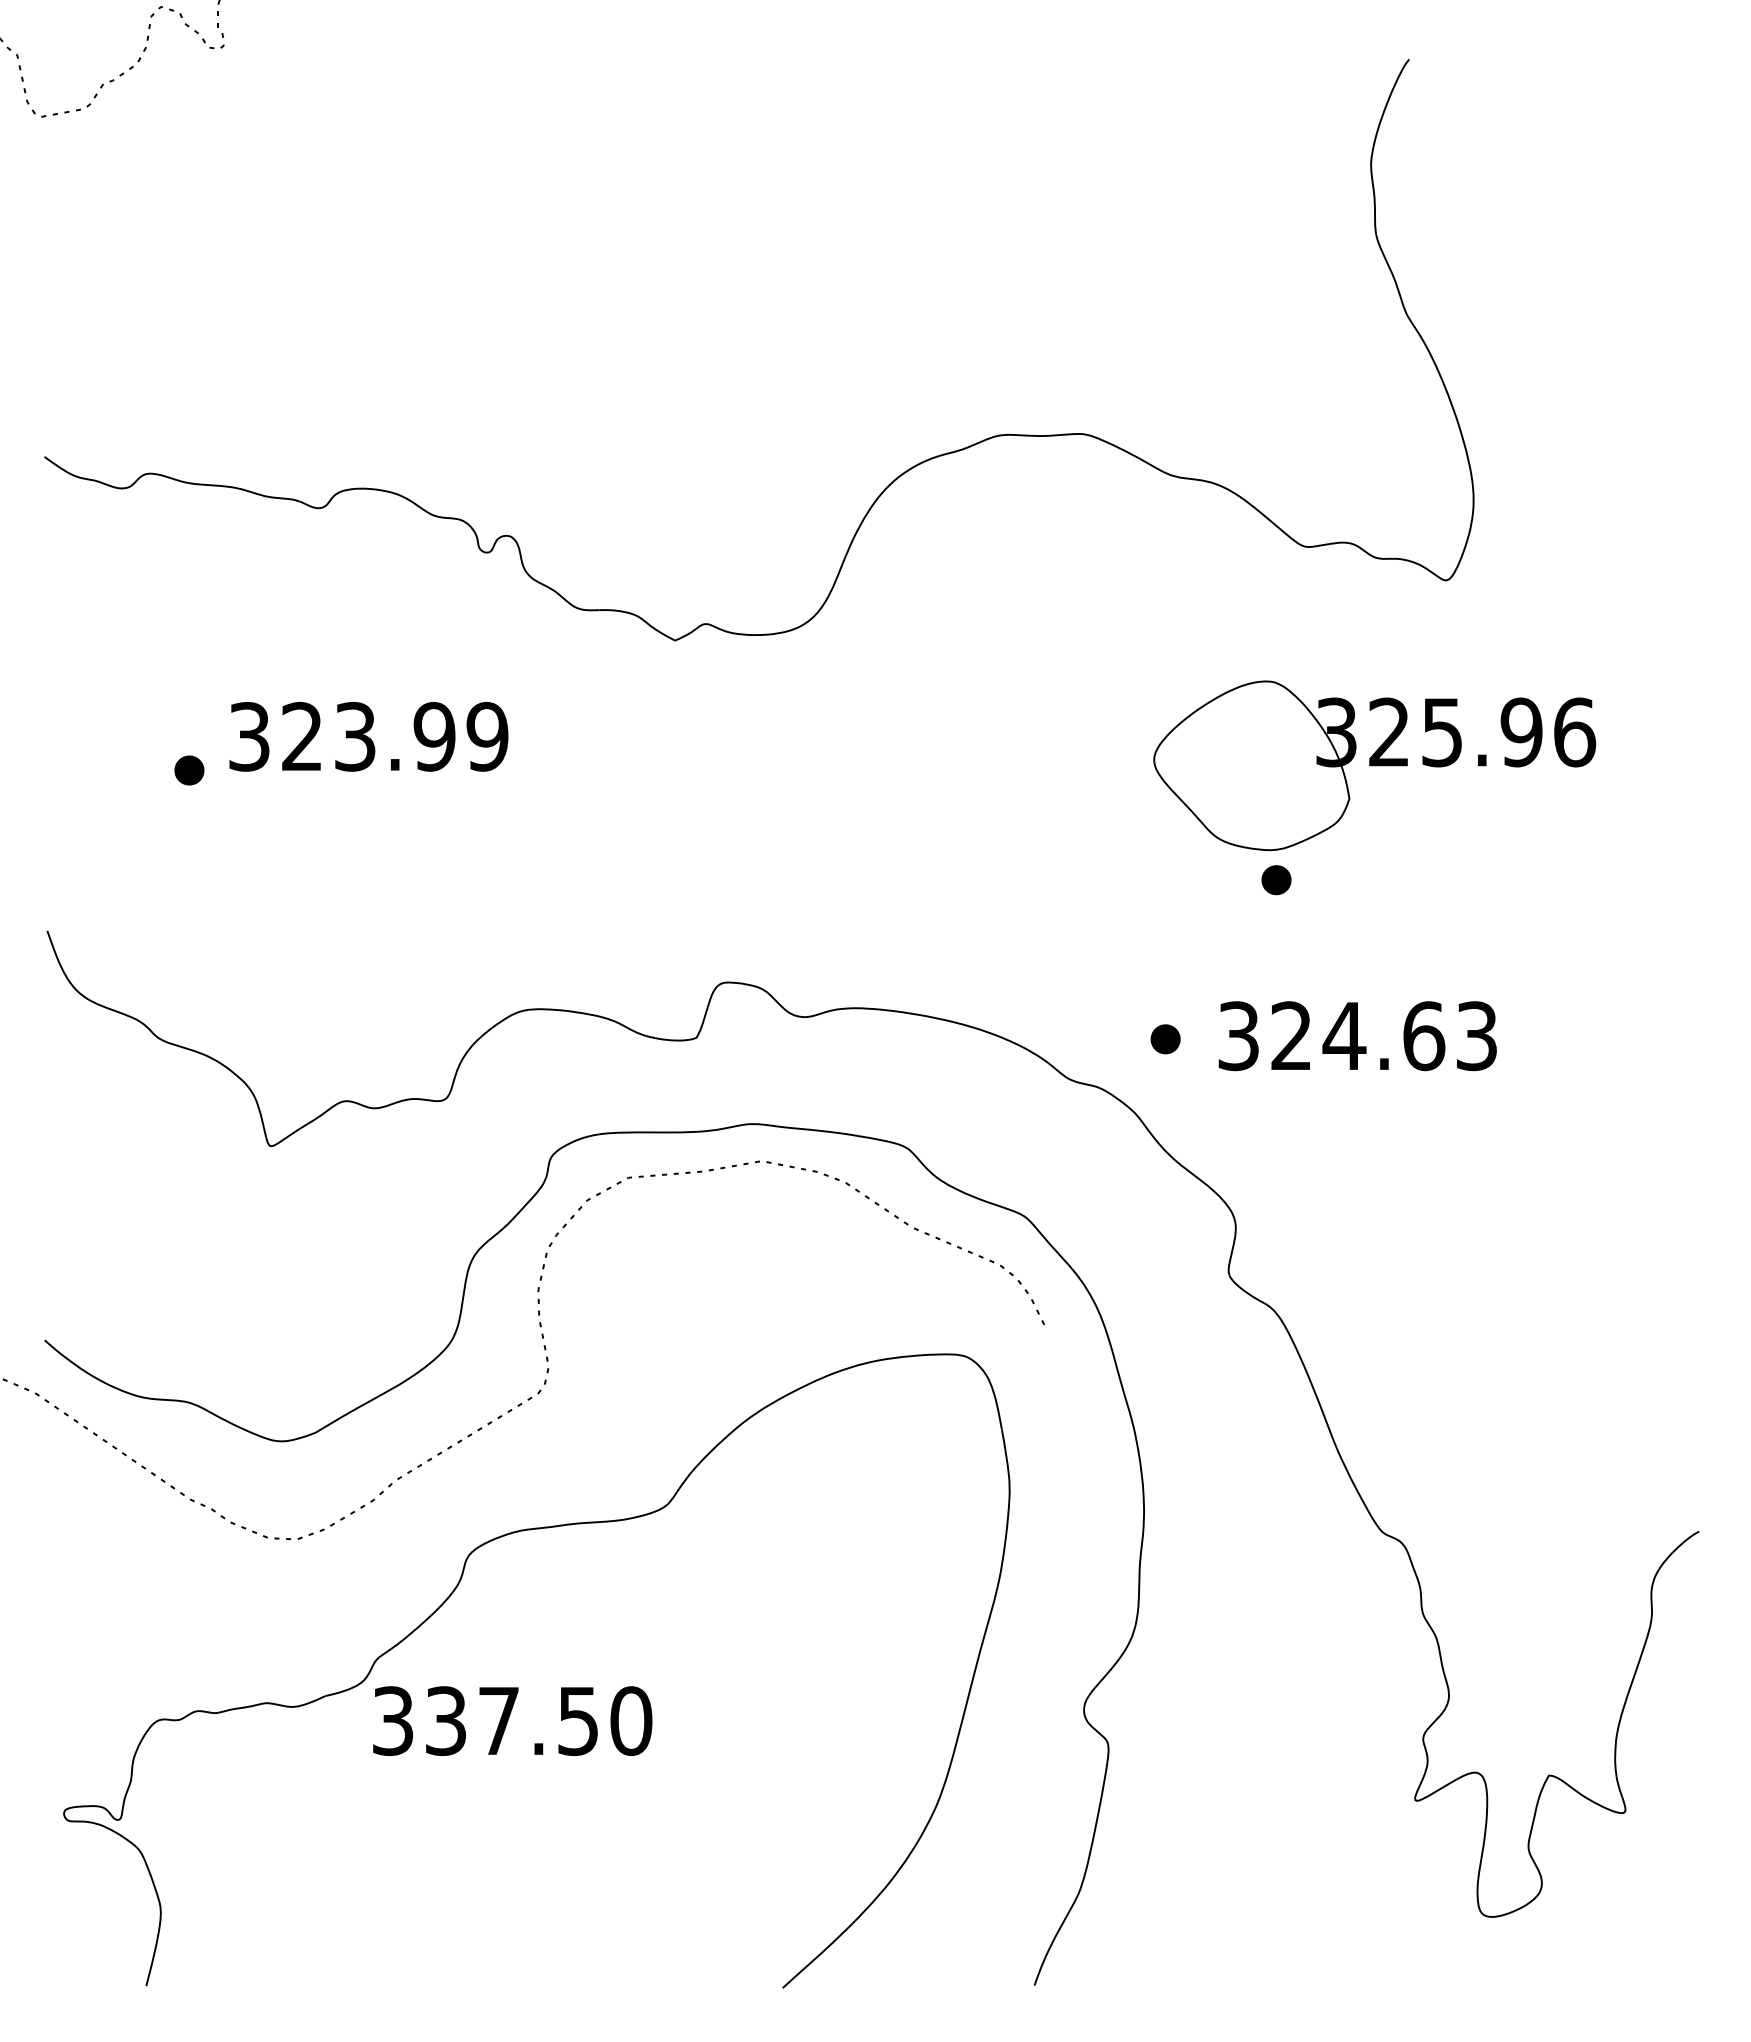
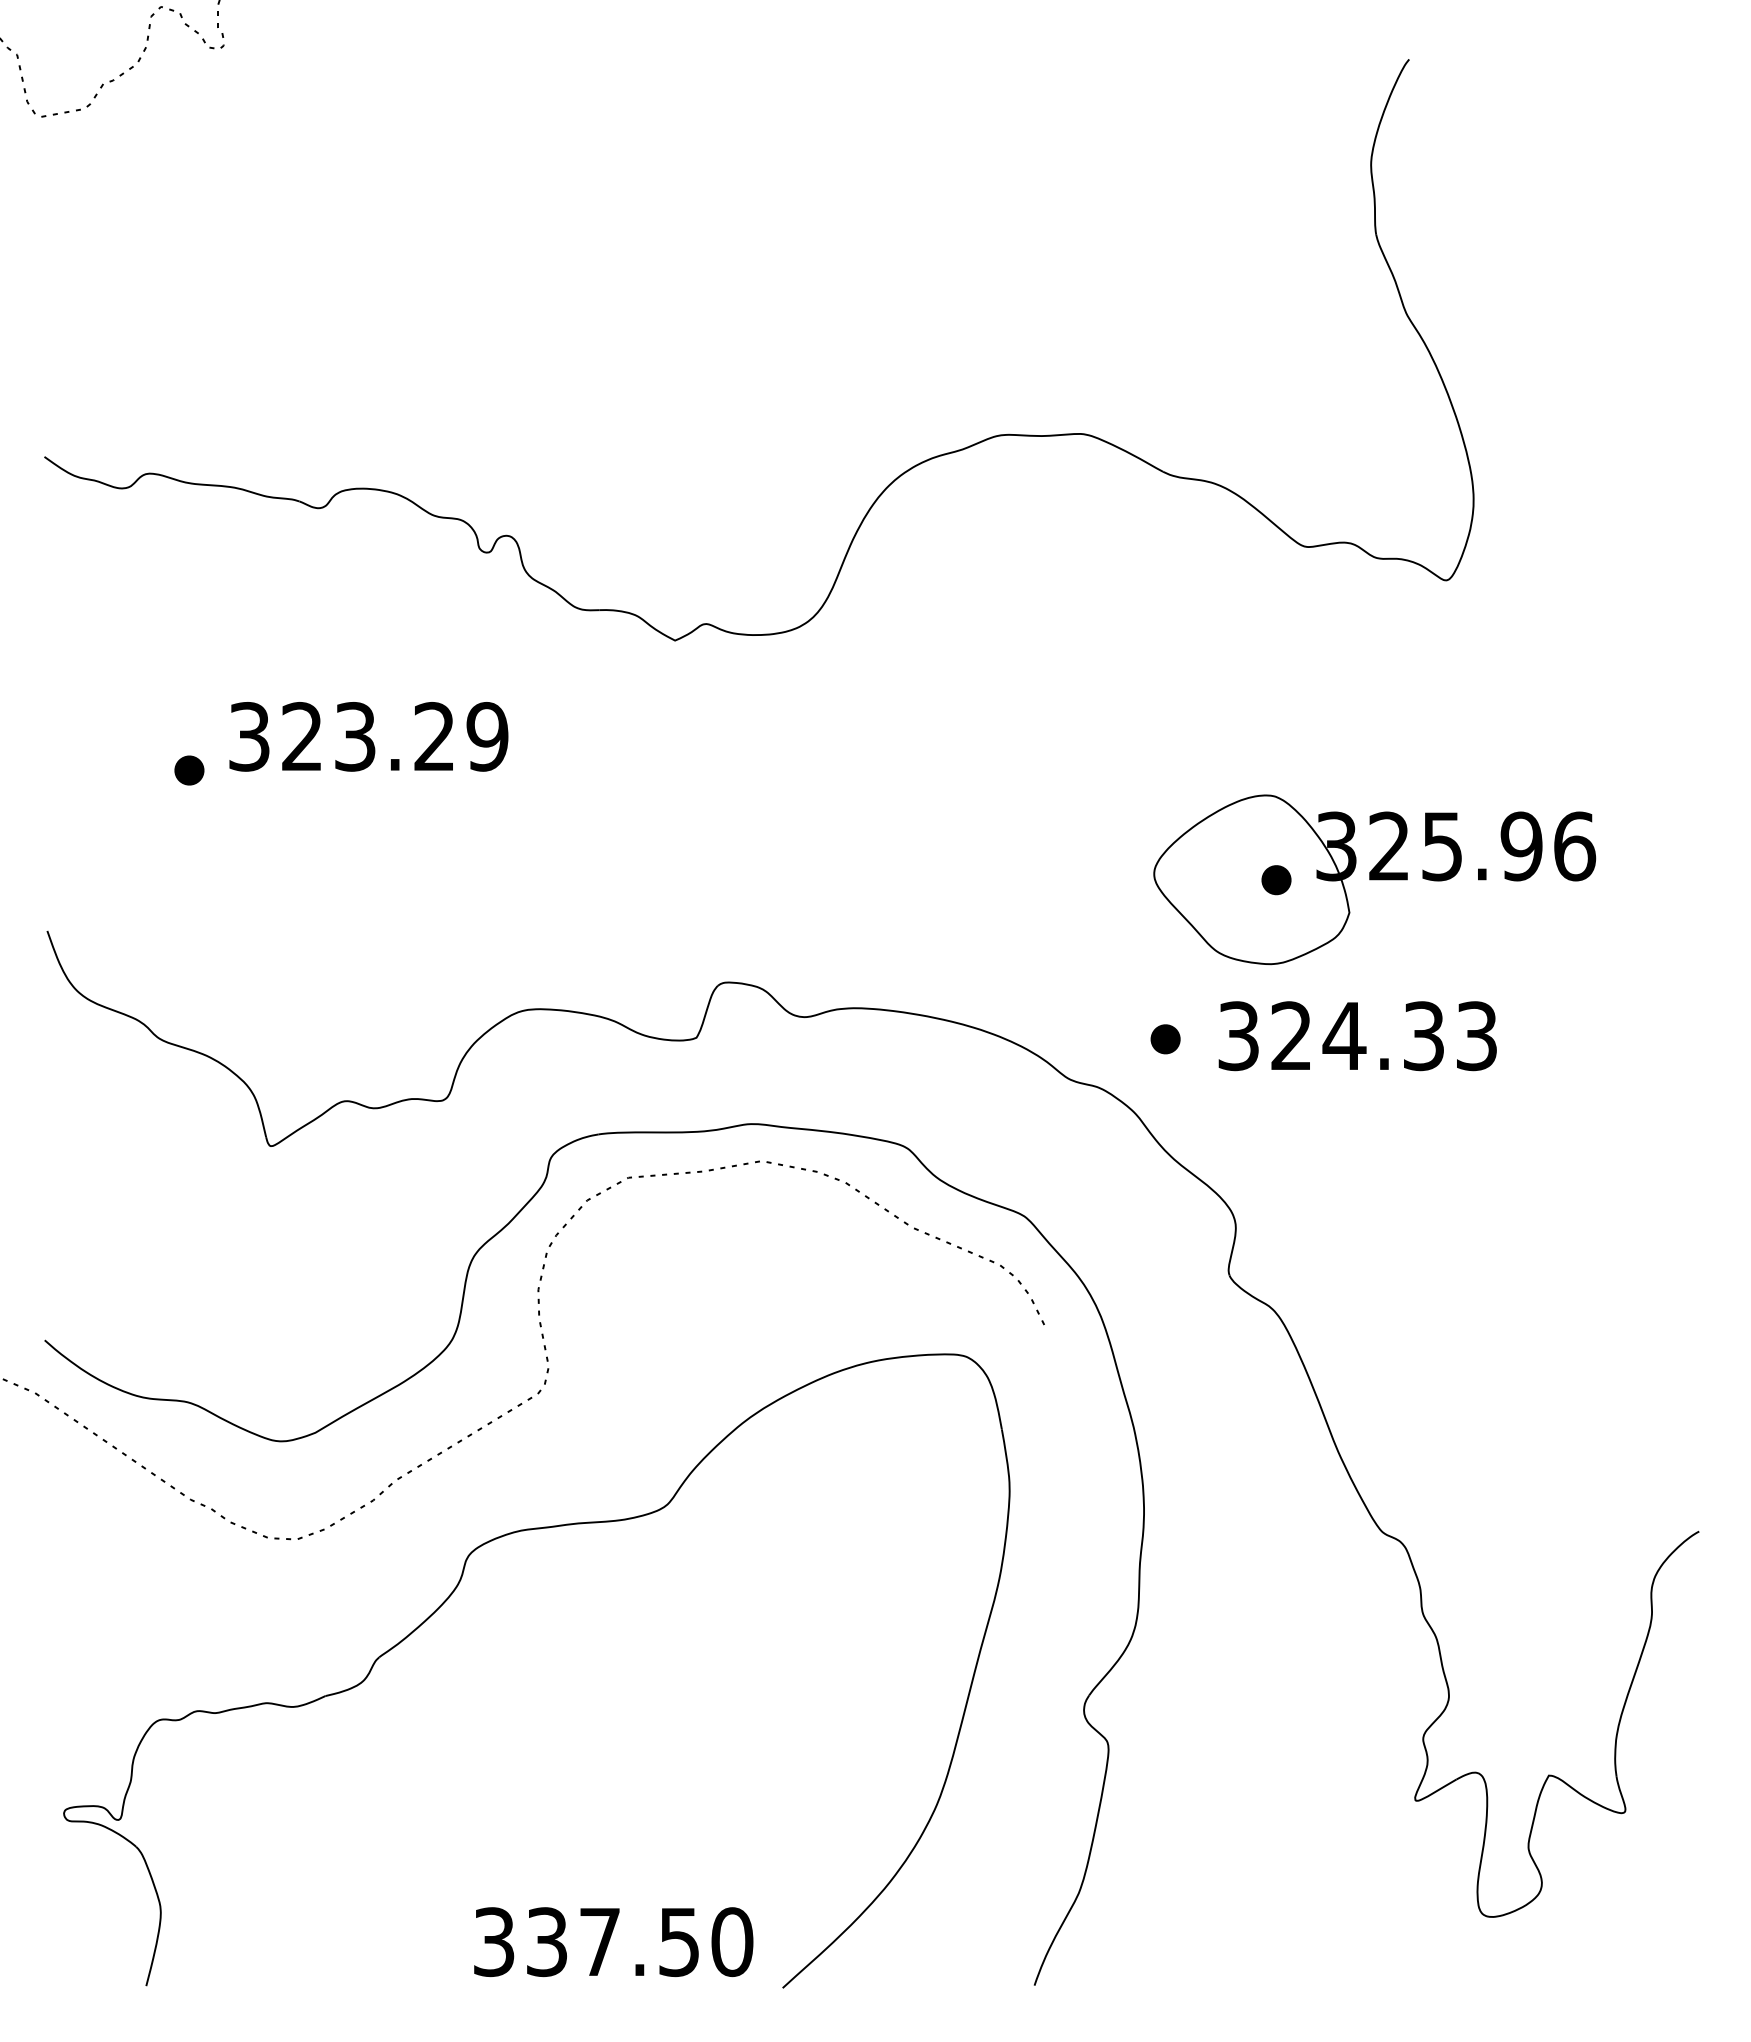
text at (434, 736): 323.99 -> 323.29
part at (1374, 765) position: (1374, 765) -> (1374, 879)
text at (1424, 1036): 324.63 -> 324.33
text at (512, 1721) position: (512, 1721) -> (613, 1942)
